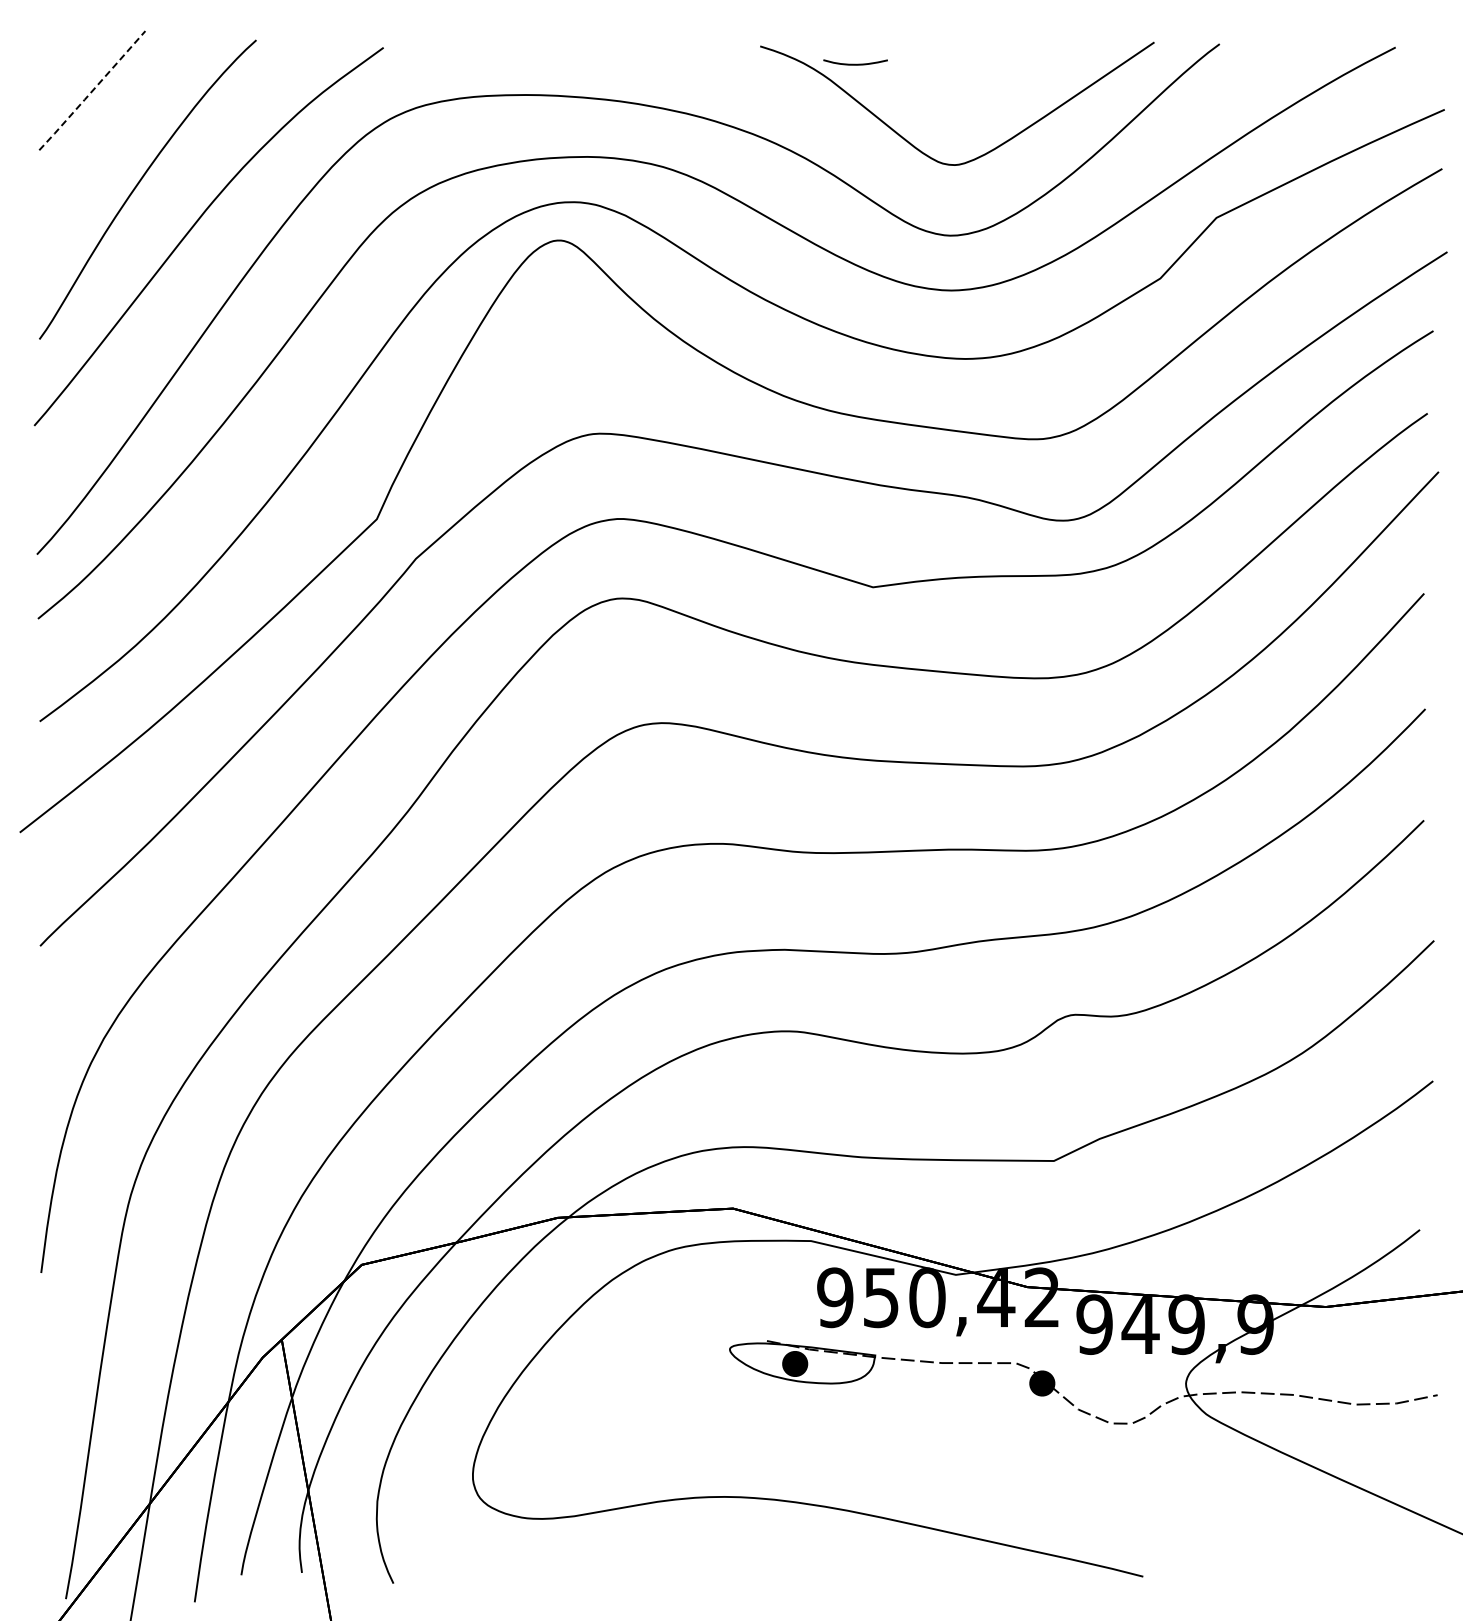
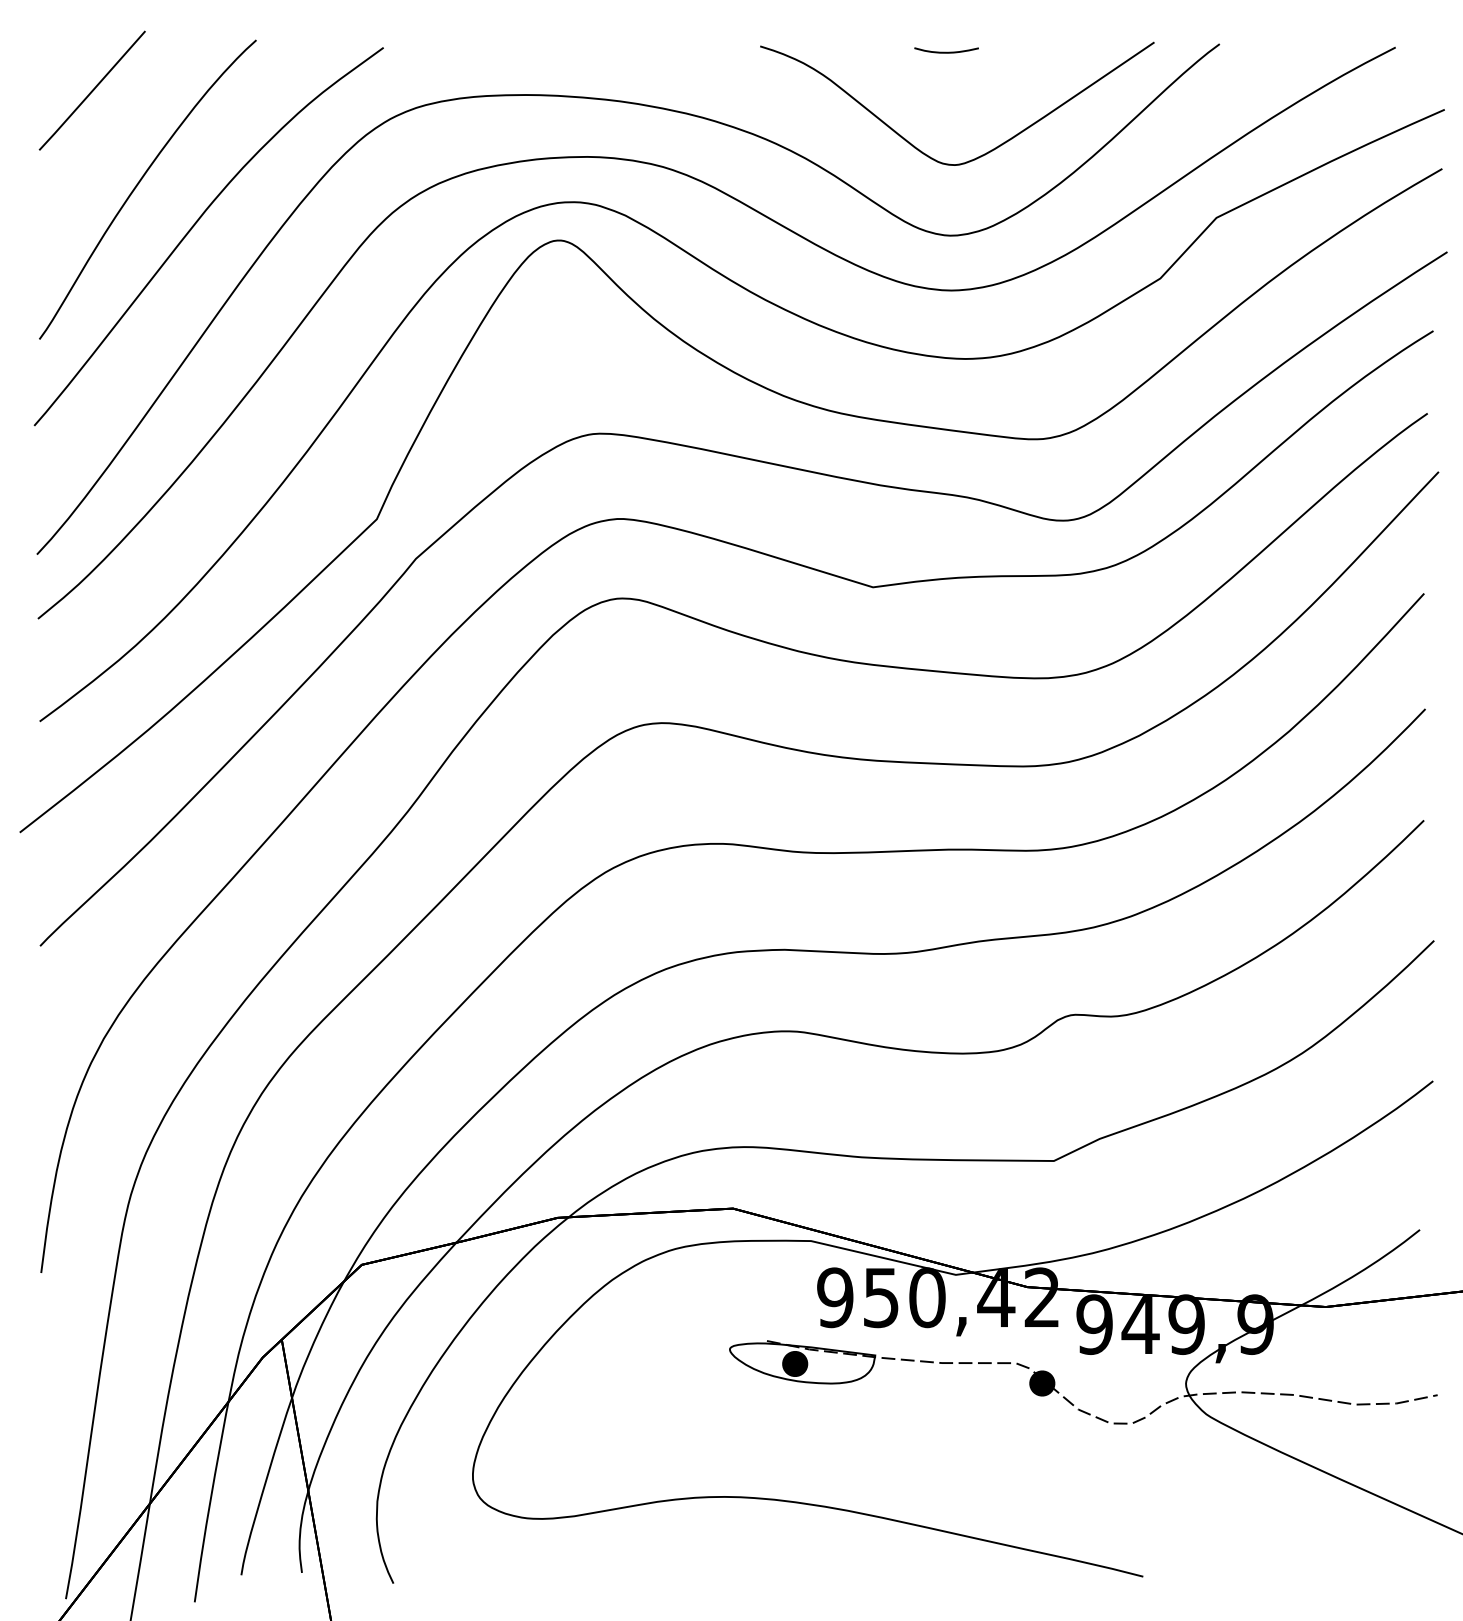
curve at (855, 63) position: (855, 63) -> (946, 51)
line at (92, 91): dashed -> solid
